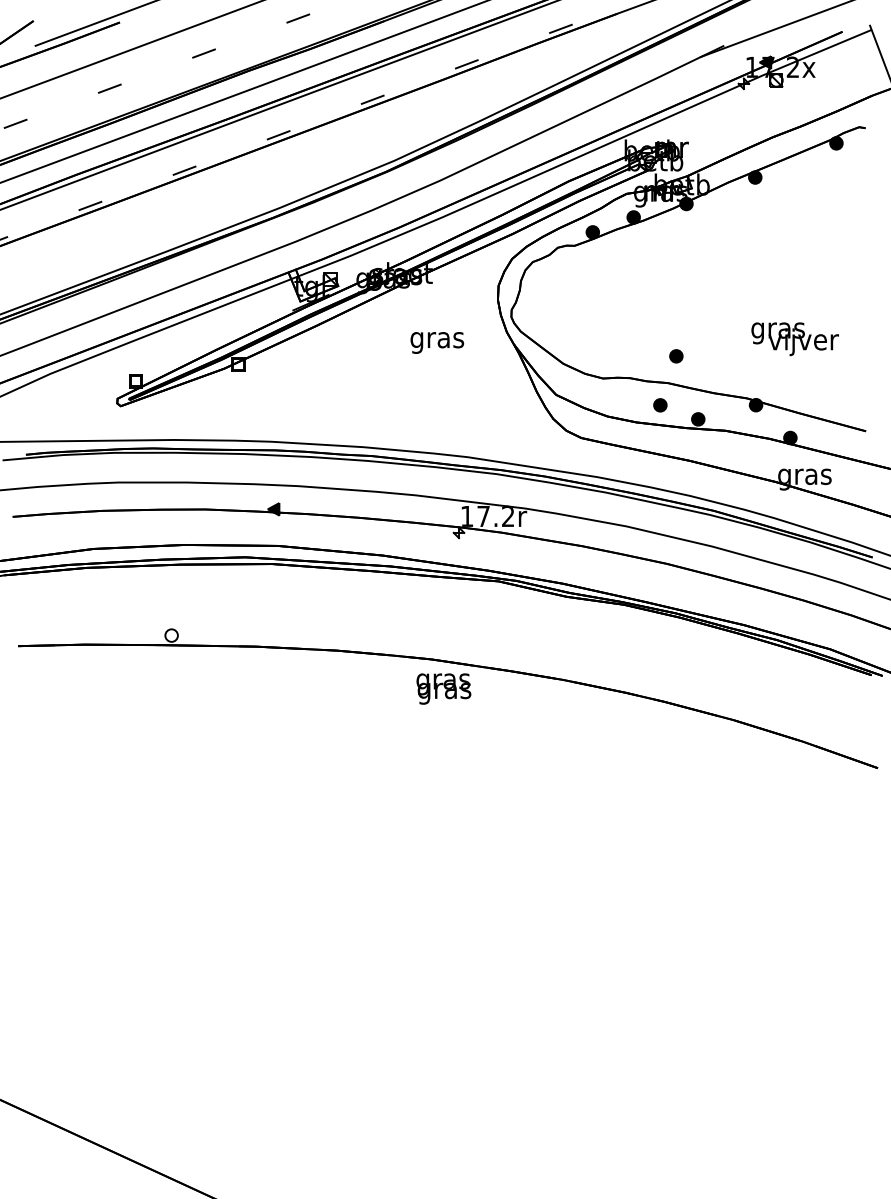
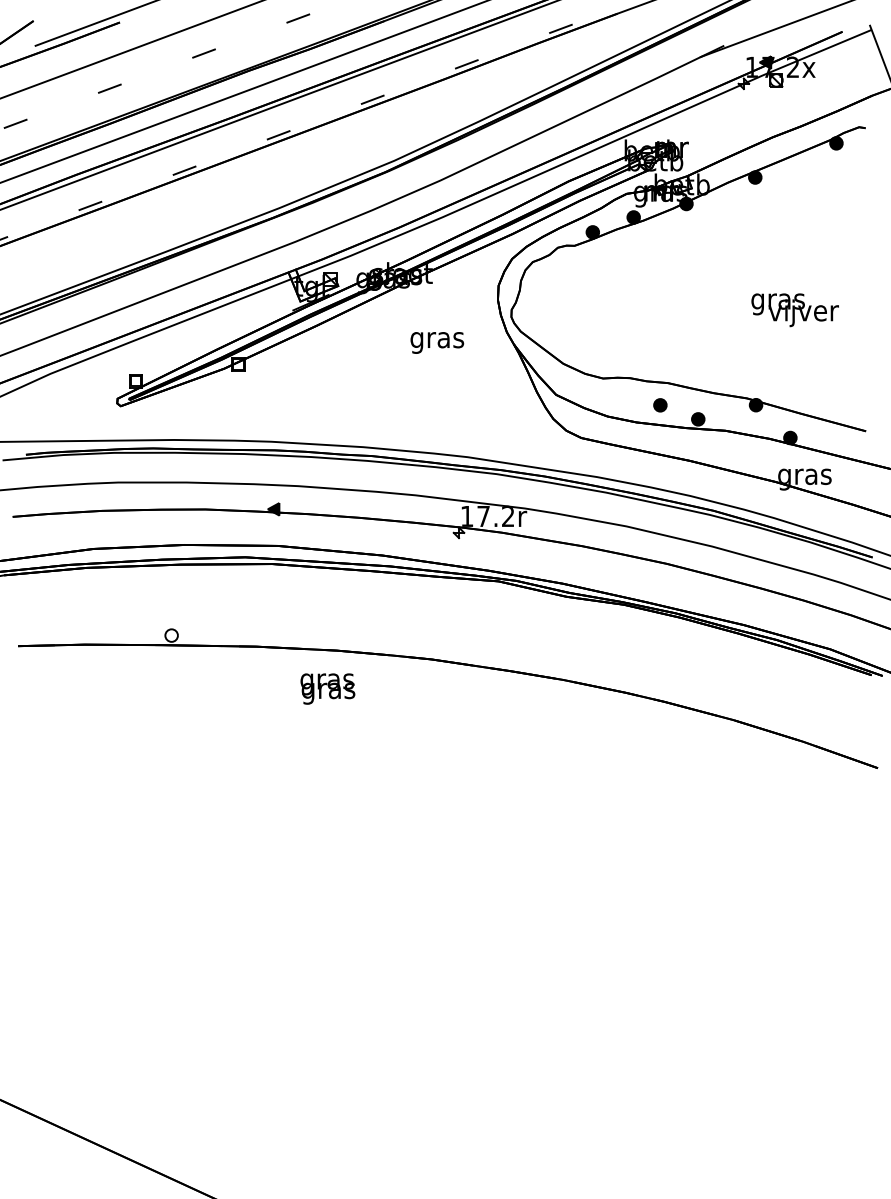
text at (794, 339) position: (794, 339) -> (794, 310)
part at (676, 356): present -> none
text at (443, 688) position: (443, 688) -> (327, 688)
